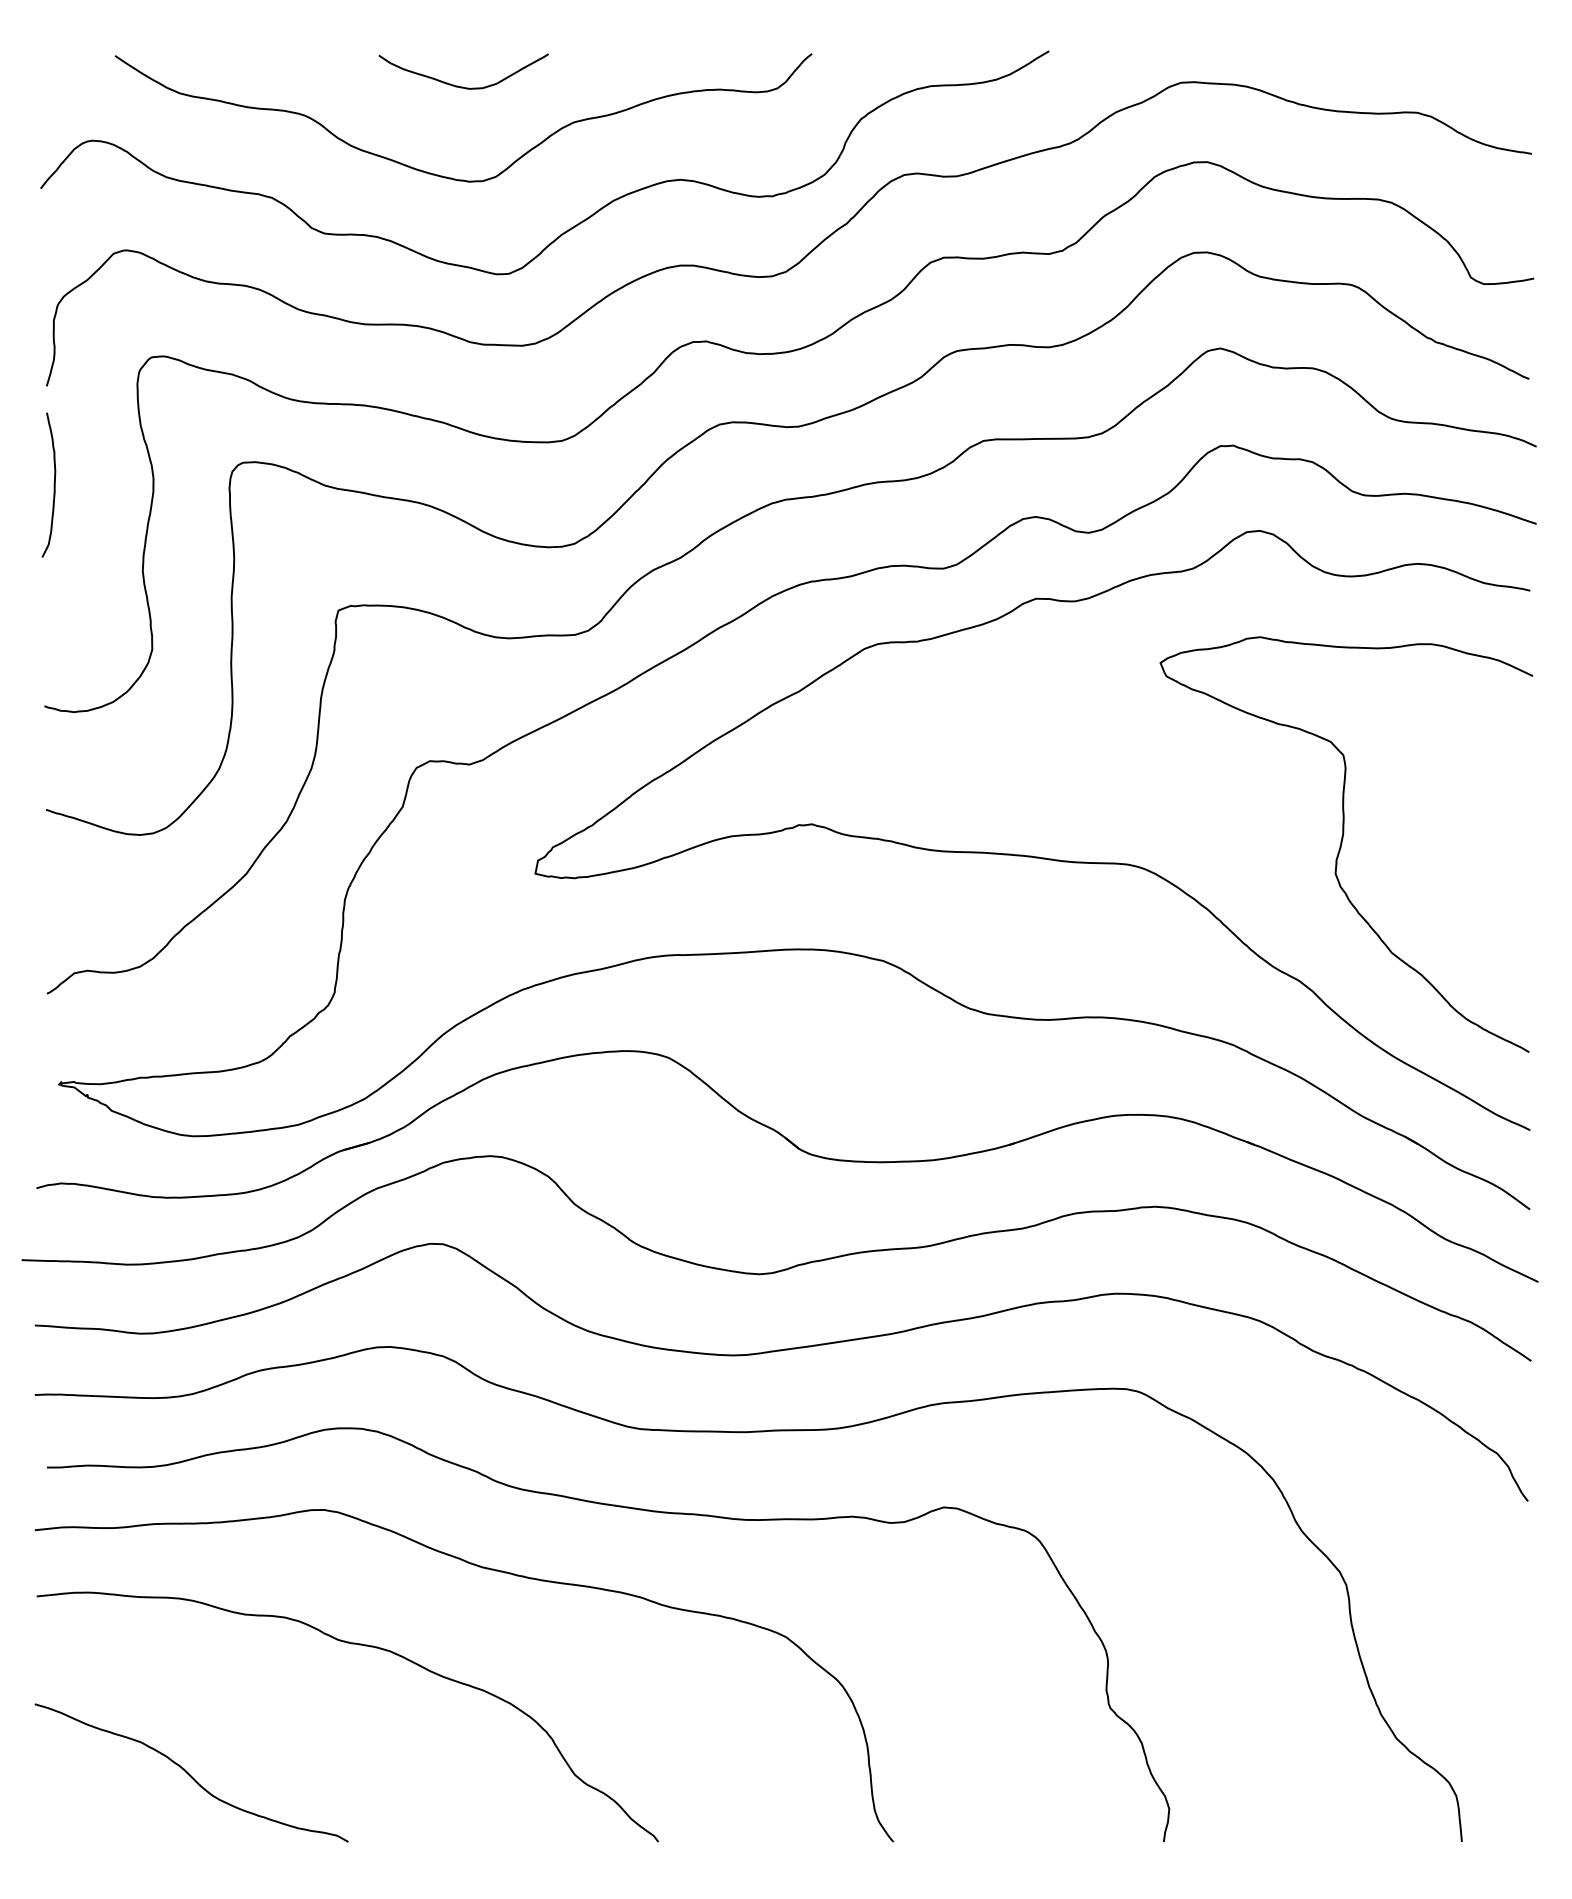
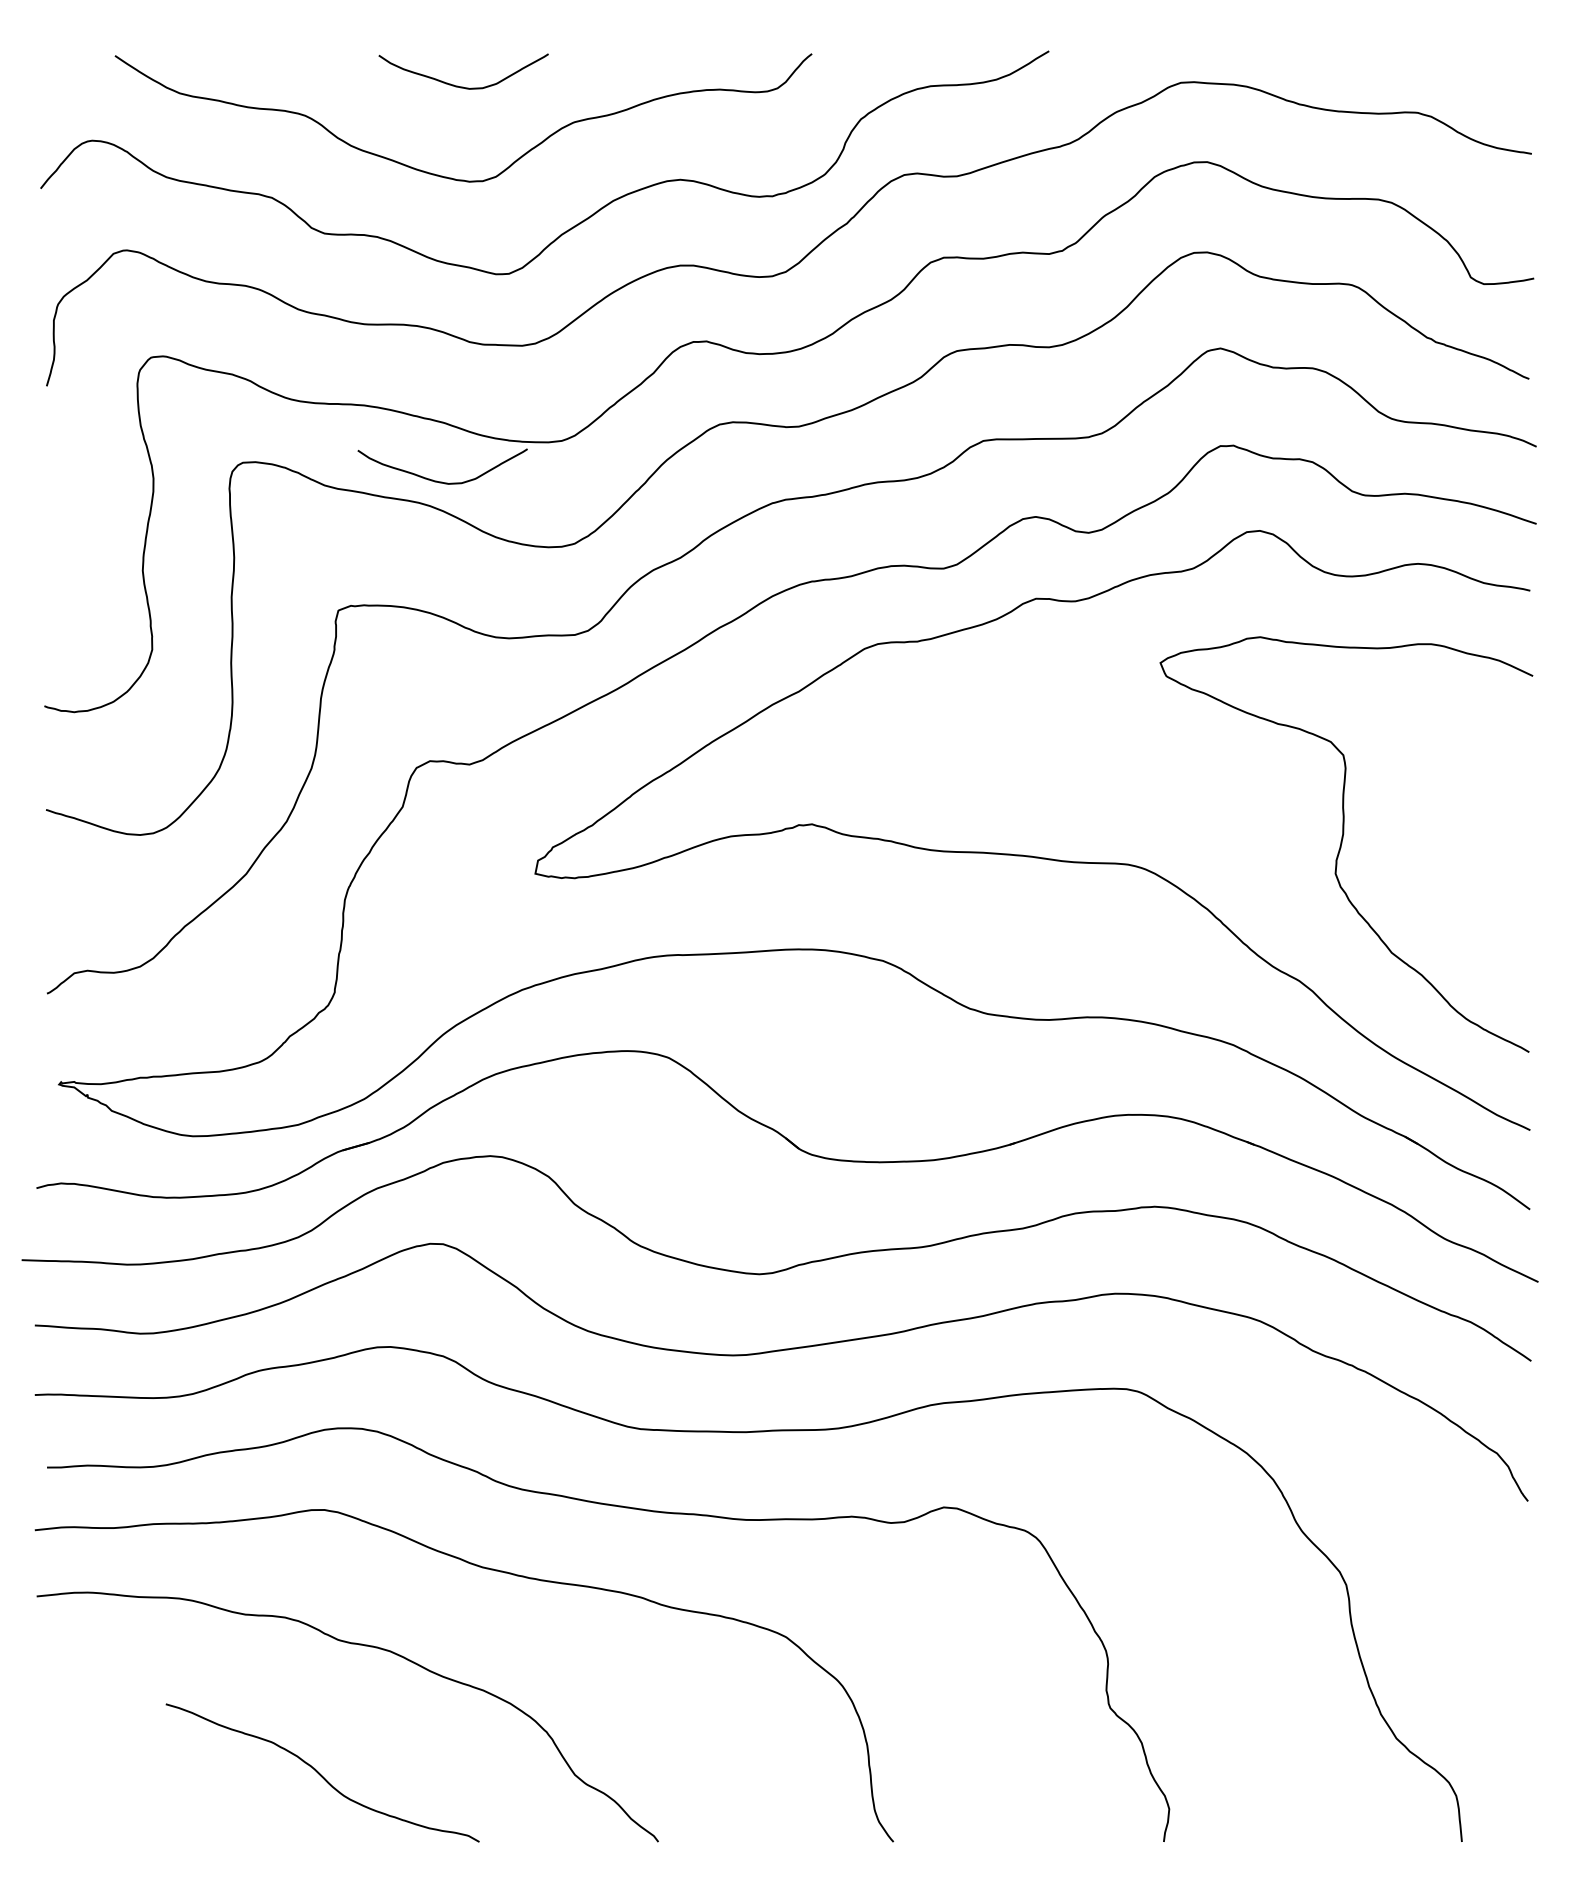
curve at (442, 481): none -> present
curve at (53, 484): present -> none
curve at (189, 1773) position: (189, 1773) -> (320, 1773)
